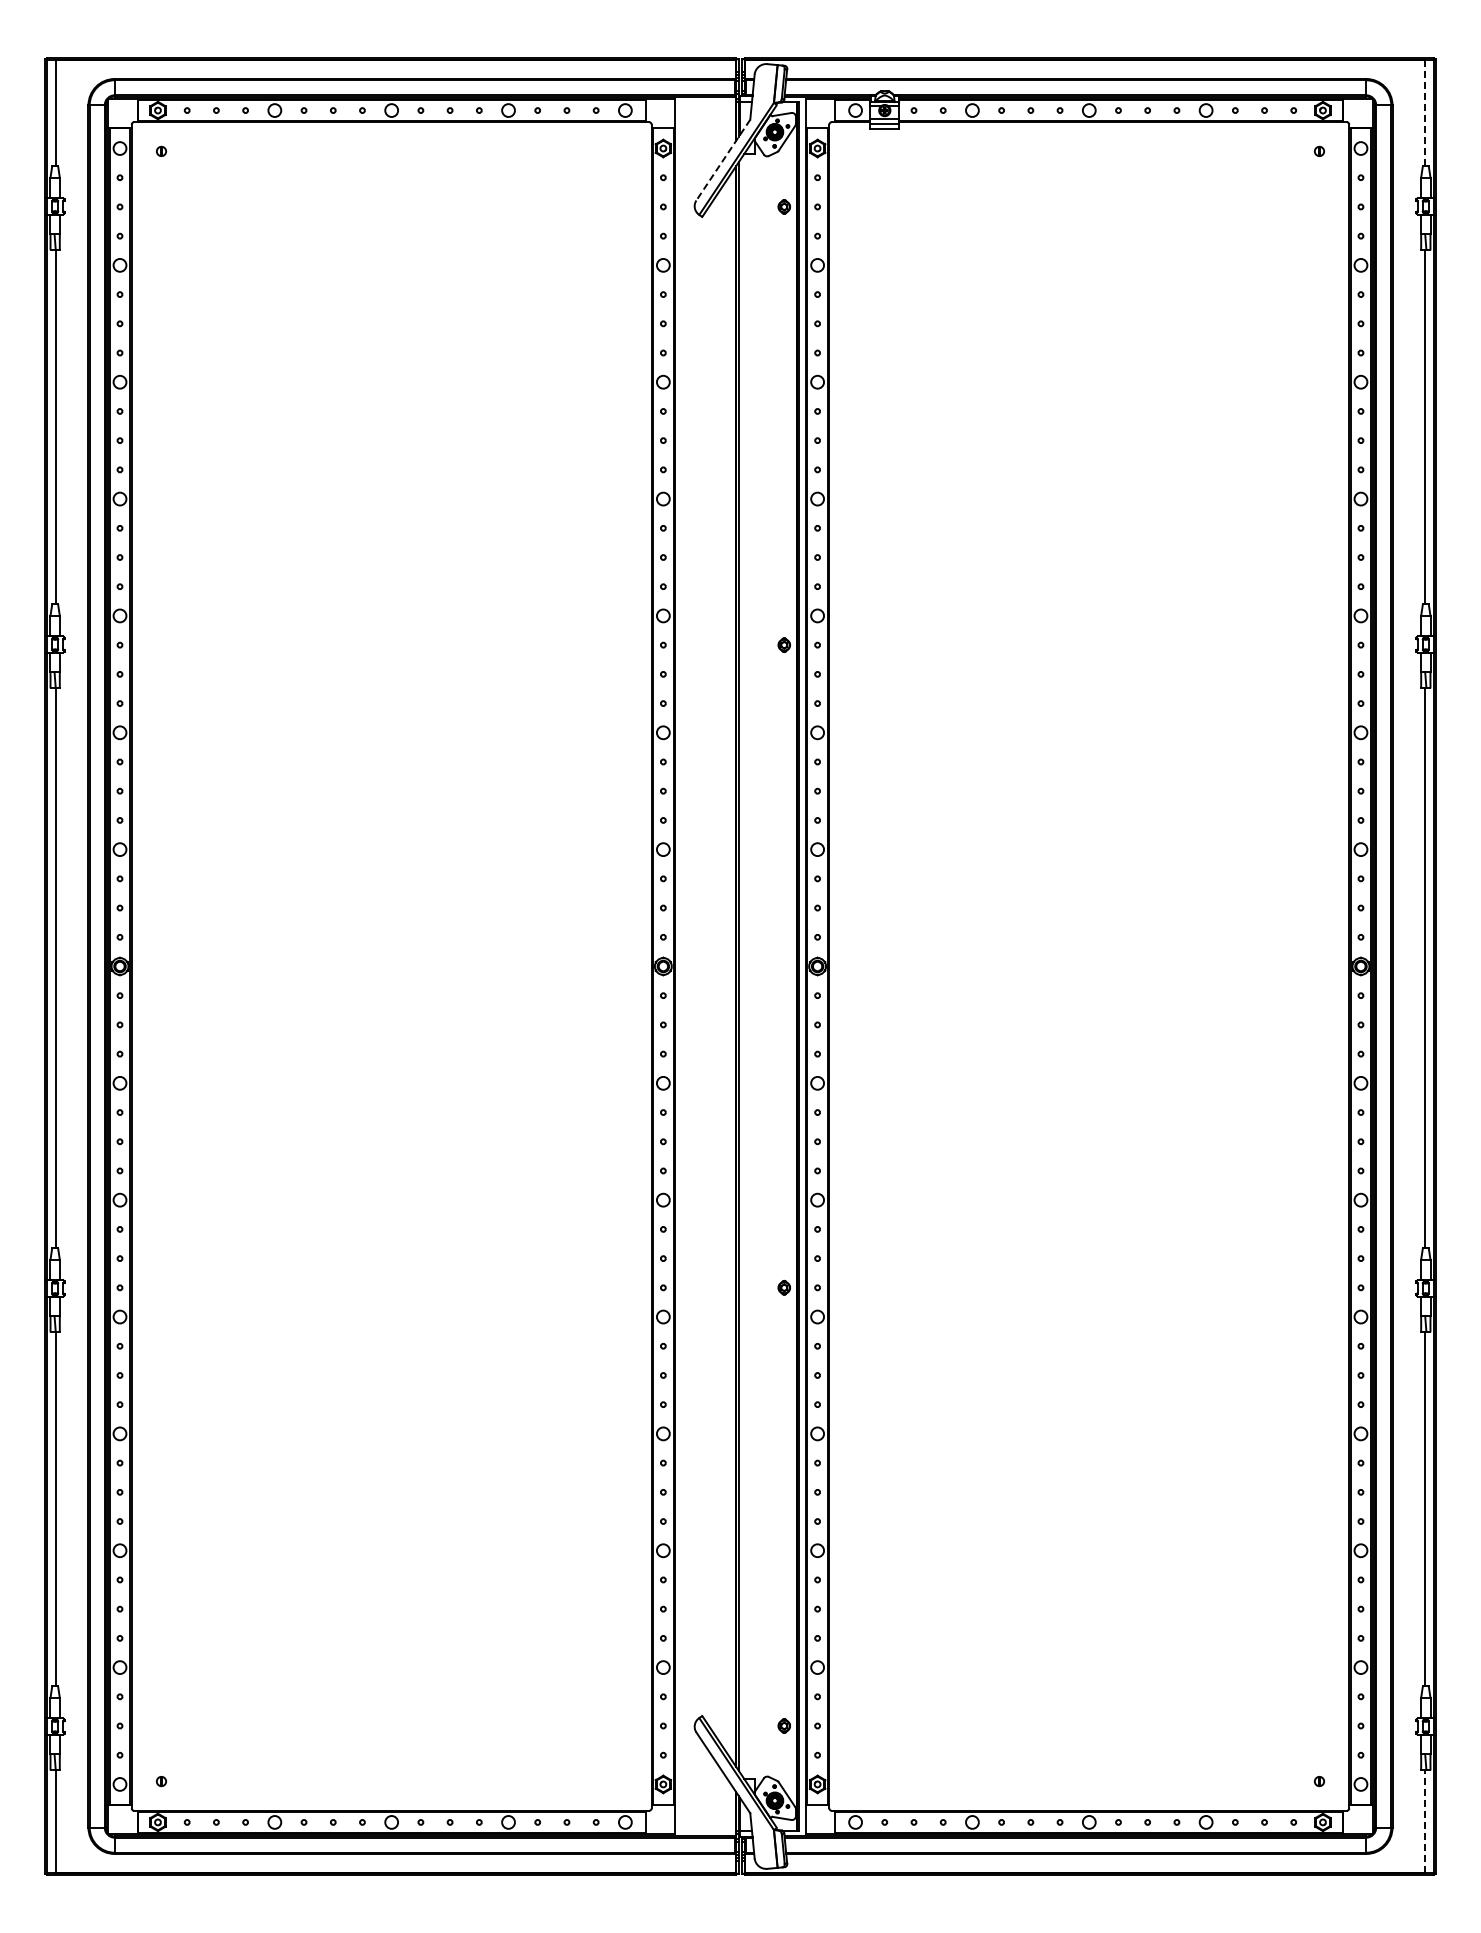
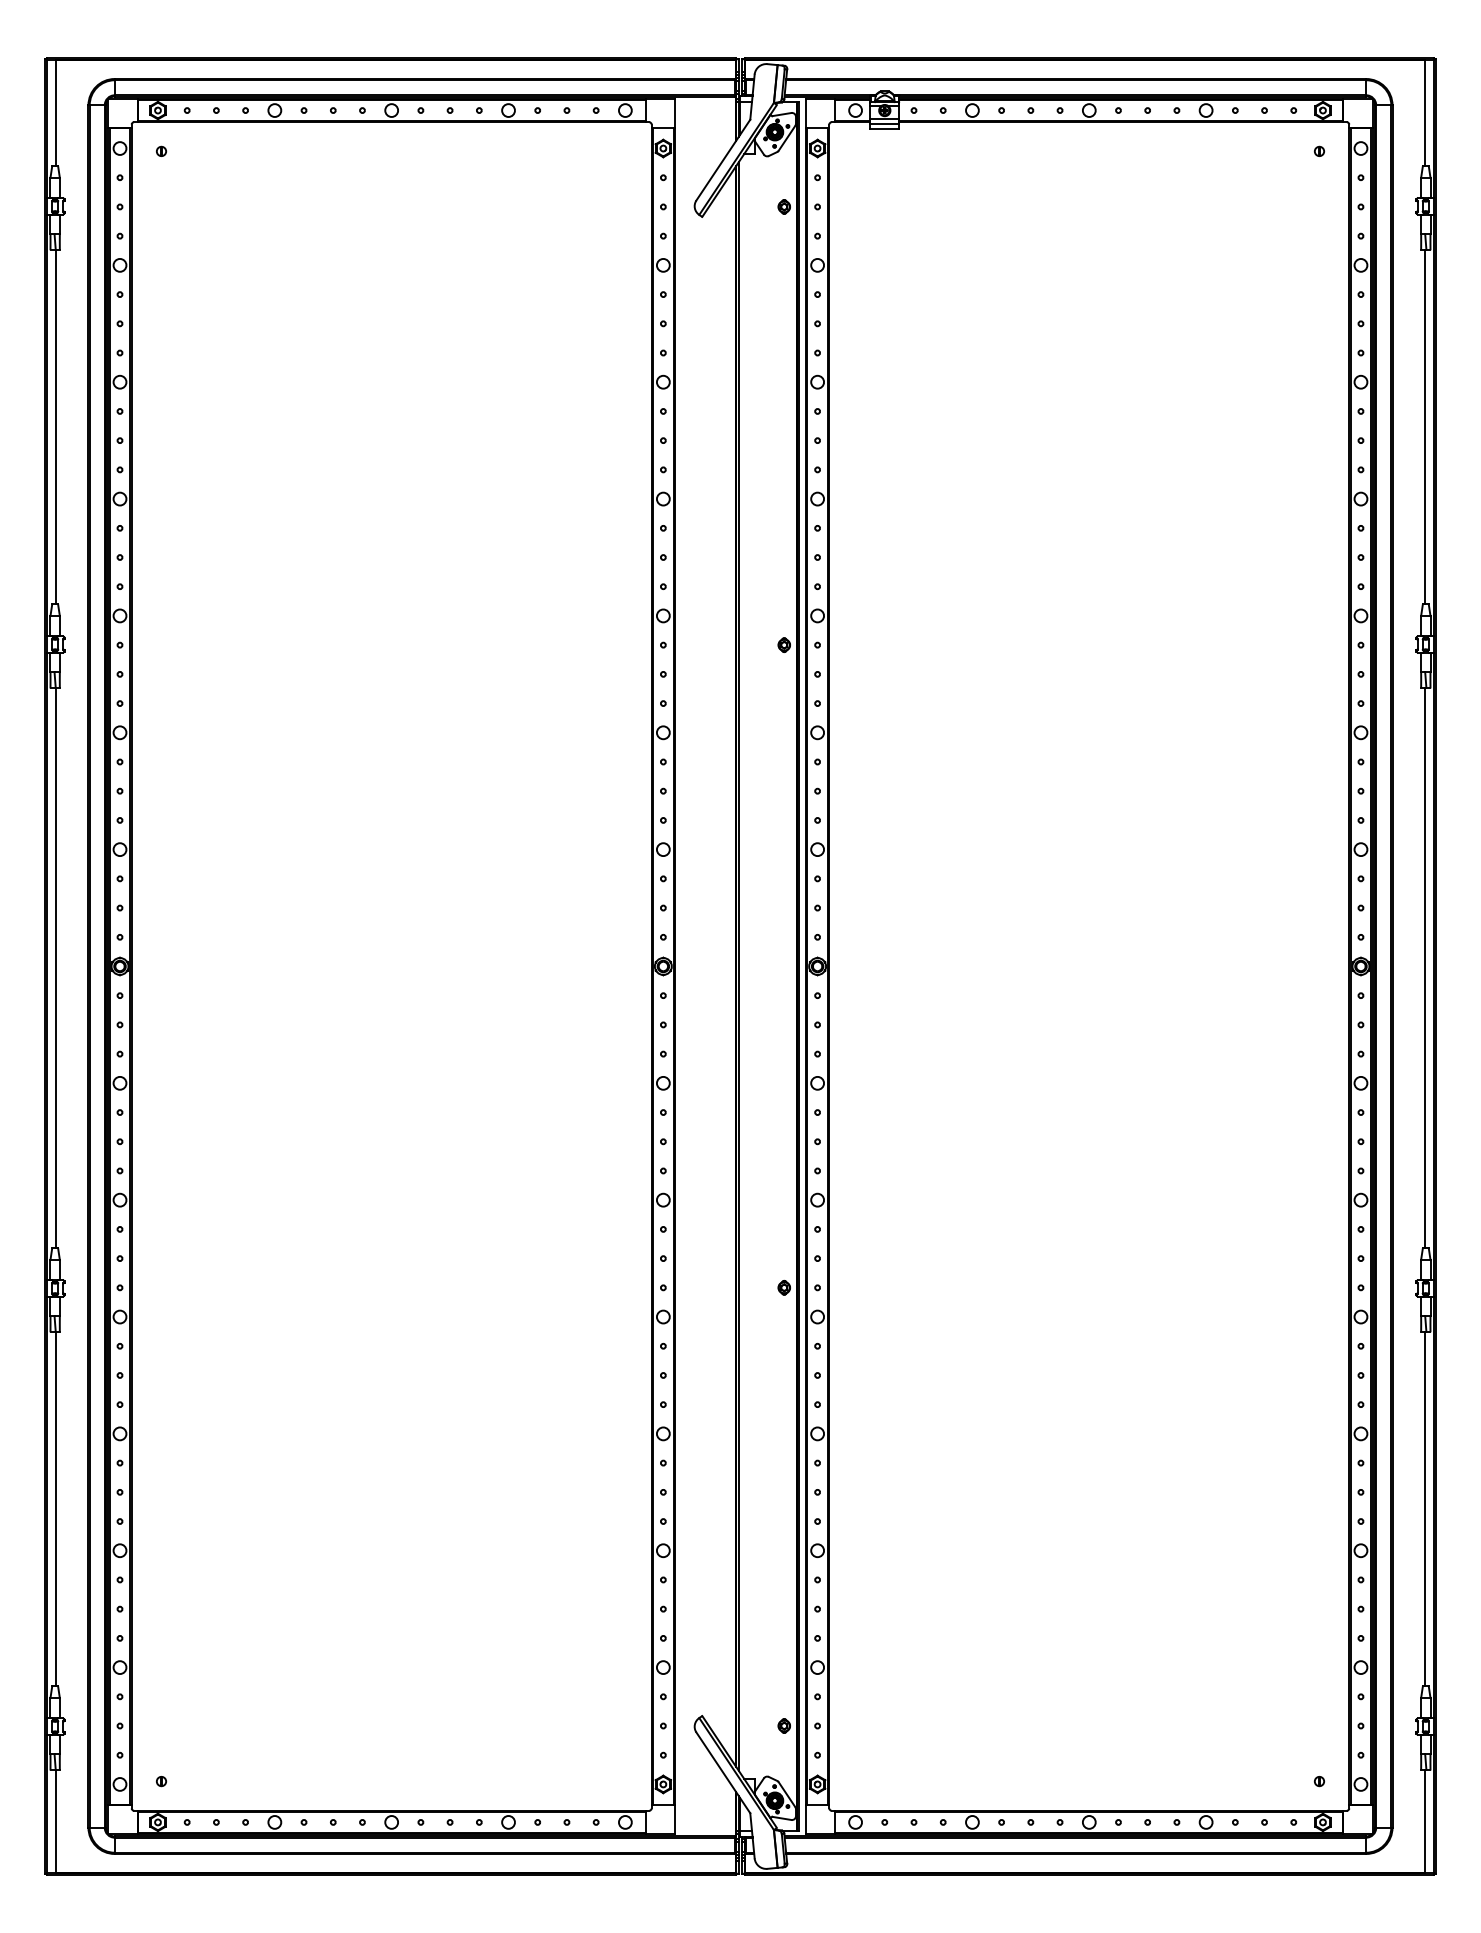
line at (1425, 113): dashed -> solid
line at (723, 160): dashed -> solid
line at (1425, 1821): dashed -> solid
